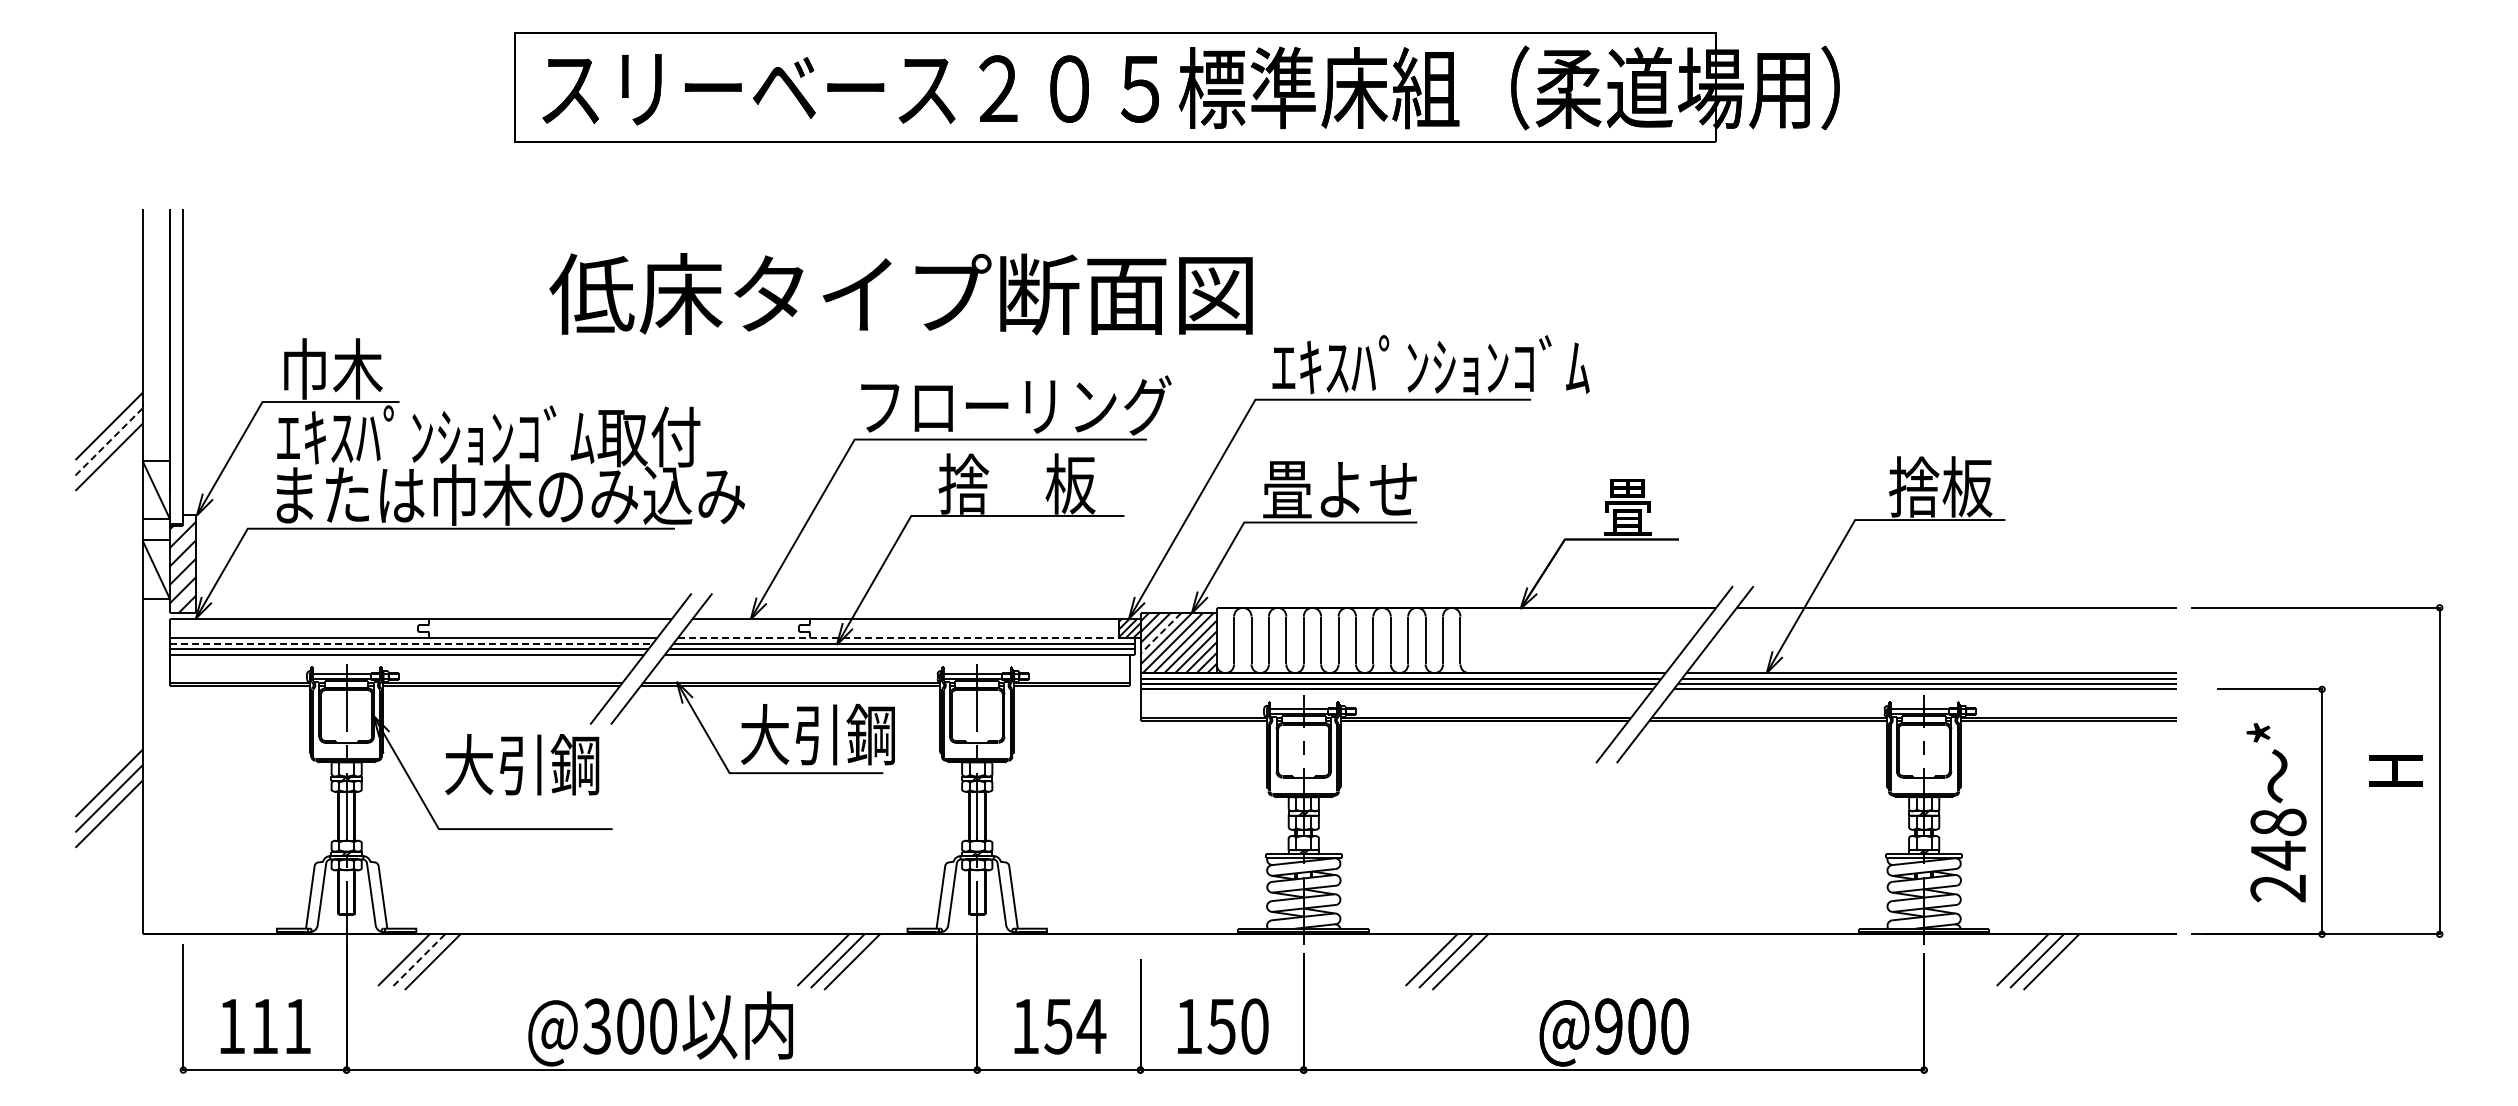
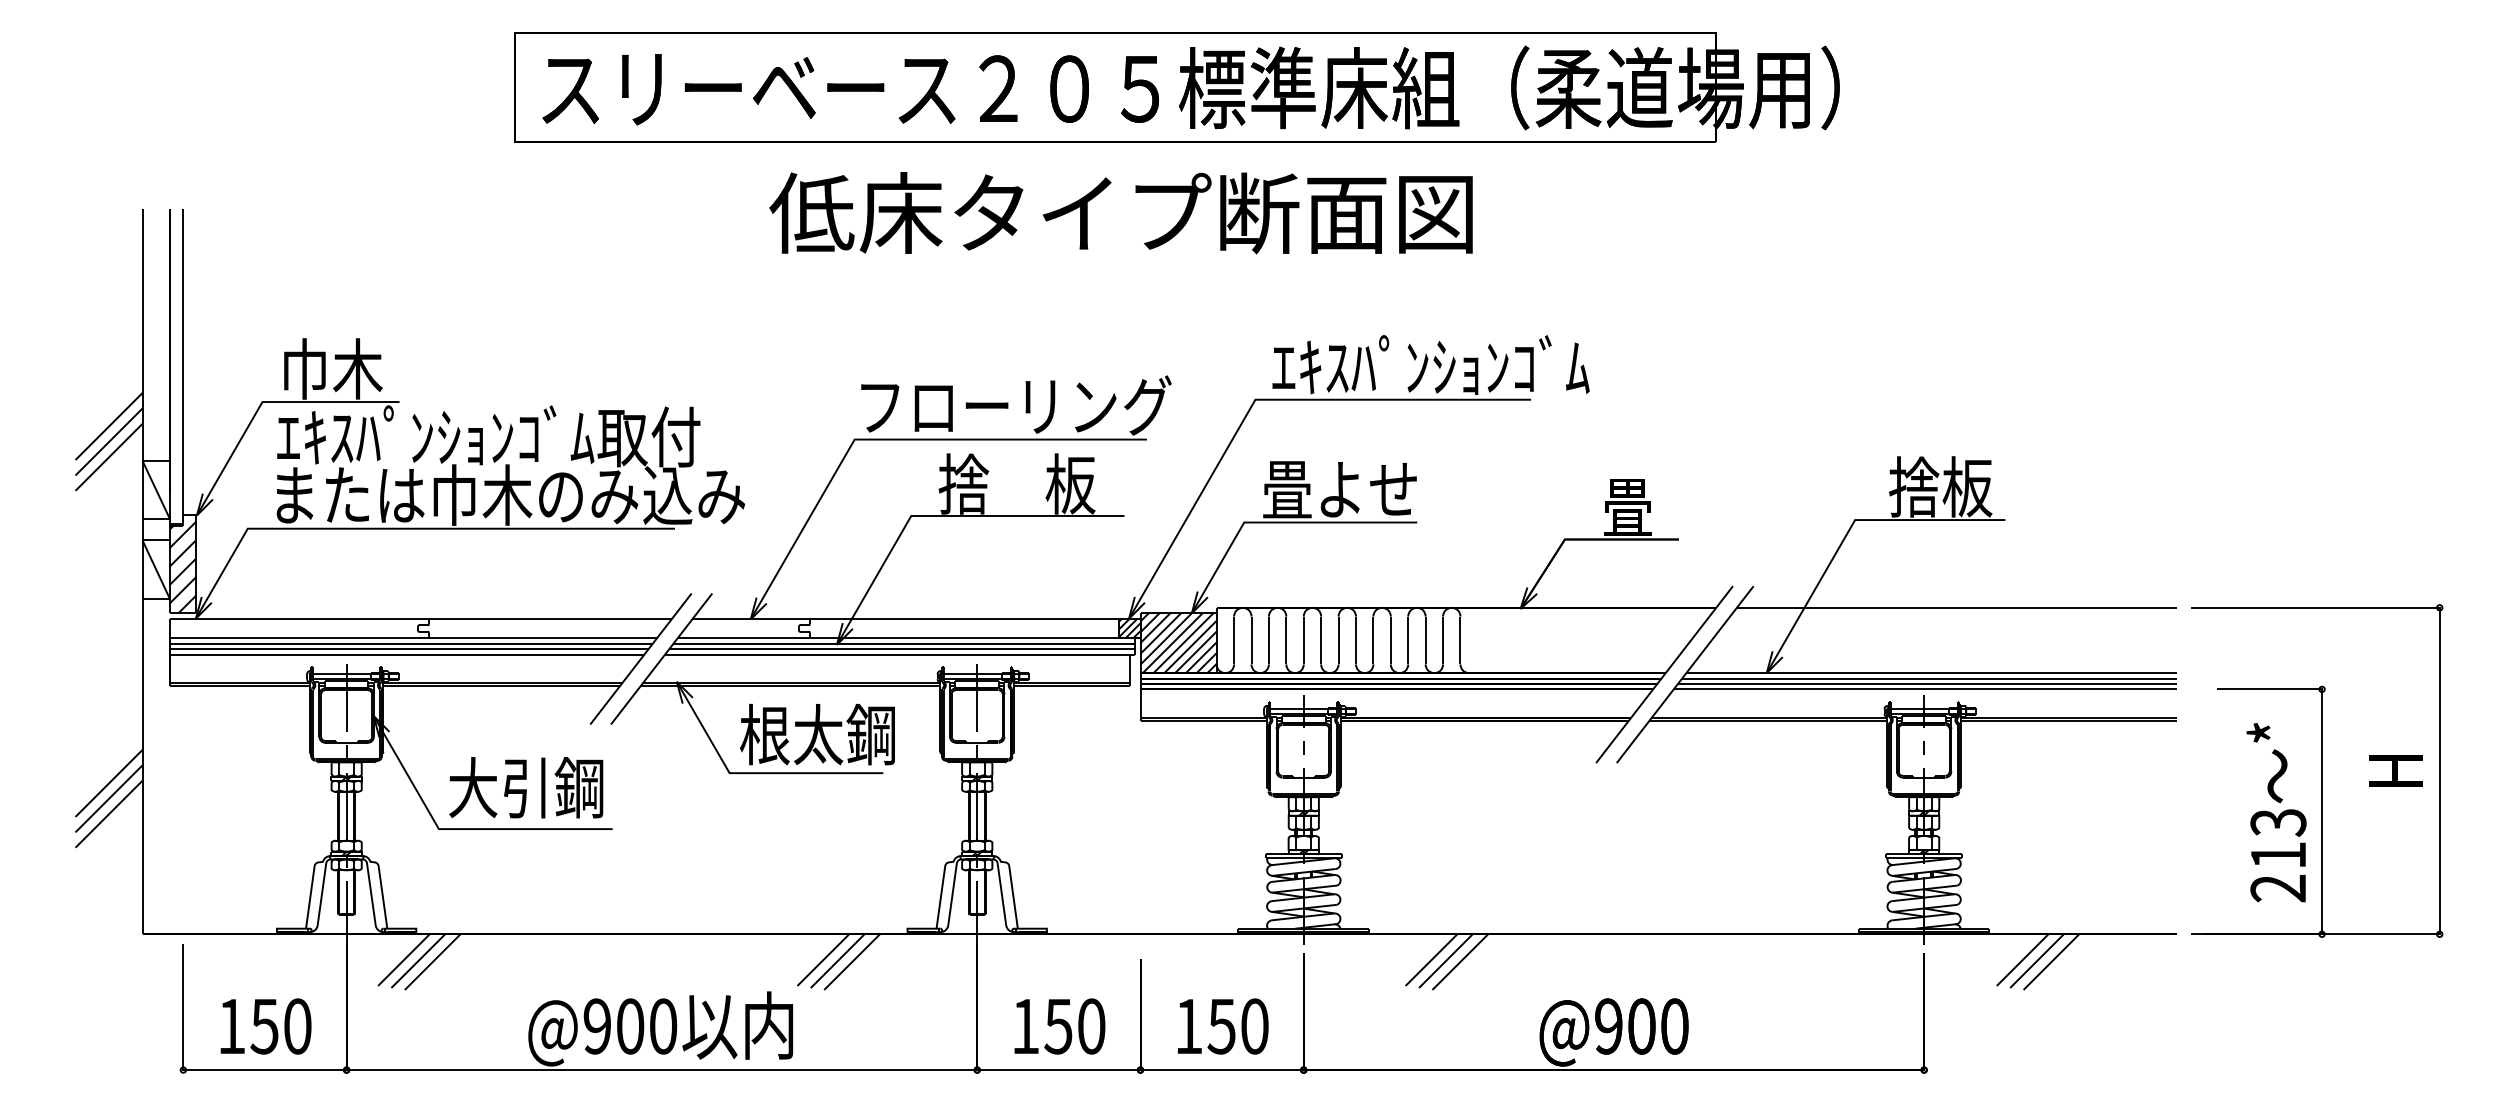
text at (900, 294) position: (900, 294) -> (1120, 213)
line at (109, 441): dashed -> solid
line at (1160, 633): dashed -> solid
line at (909, 638): dashed -> solid
line at (411, 643): dashed -> solid
text at (791, 734): 大引鋼 -> 根太鋼
text at (522, 764) position: (522, 764) -> (526, 787)
text at (2278, 839): 248 -> 213
line at (418, 961): dashed -> solid
text at (280, 1026): 111 -> 150
text at (596, 1026): @300 -> @900
text at (1091, 1026): 154 -> 150
